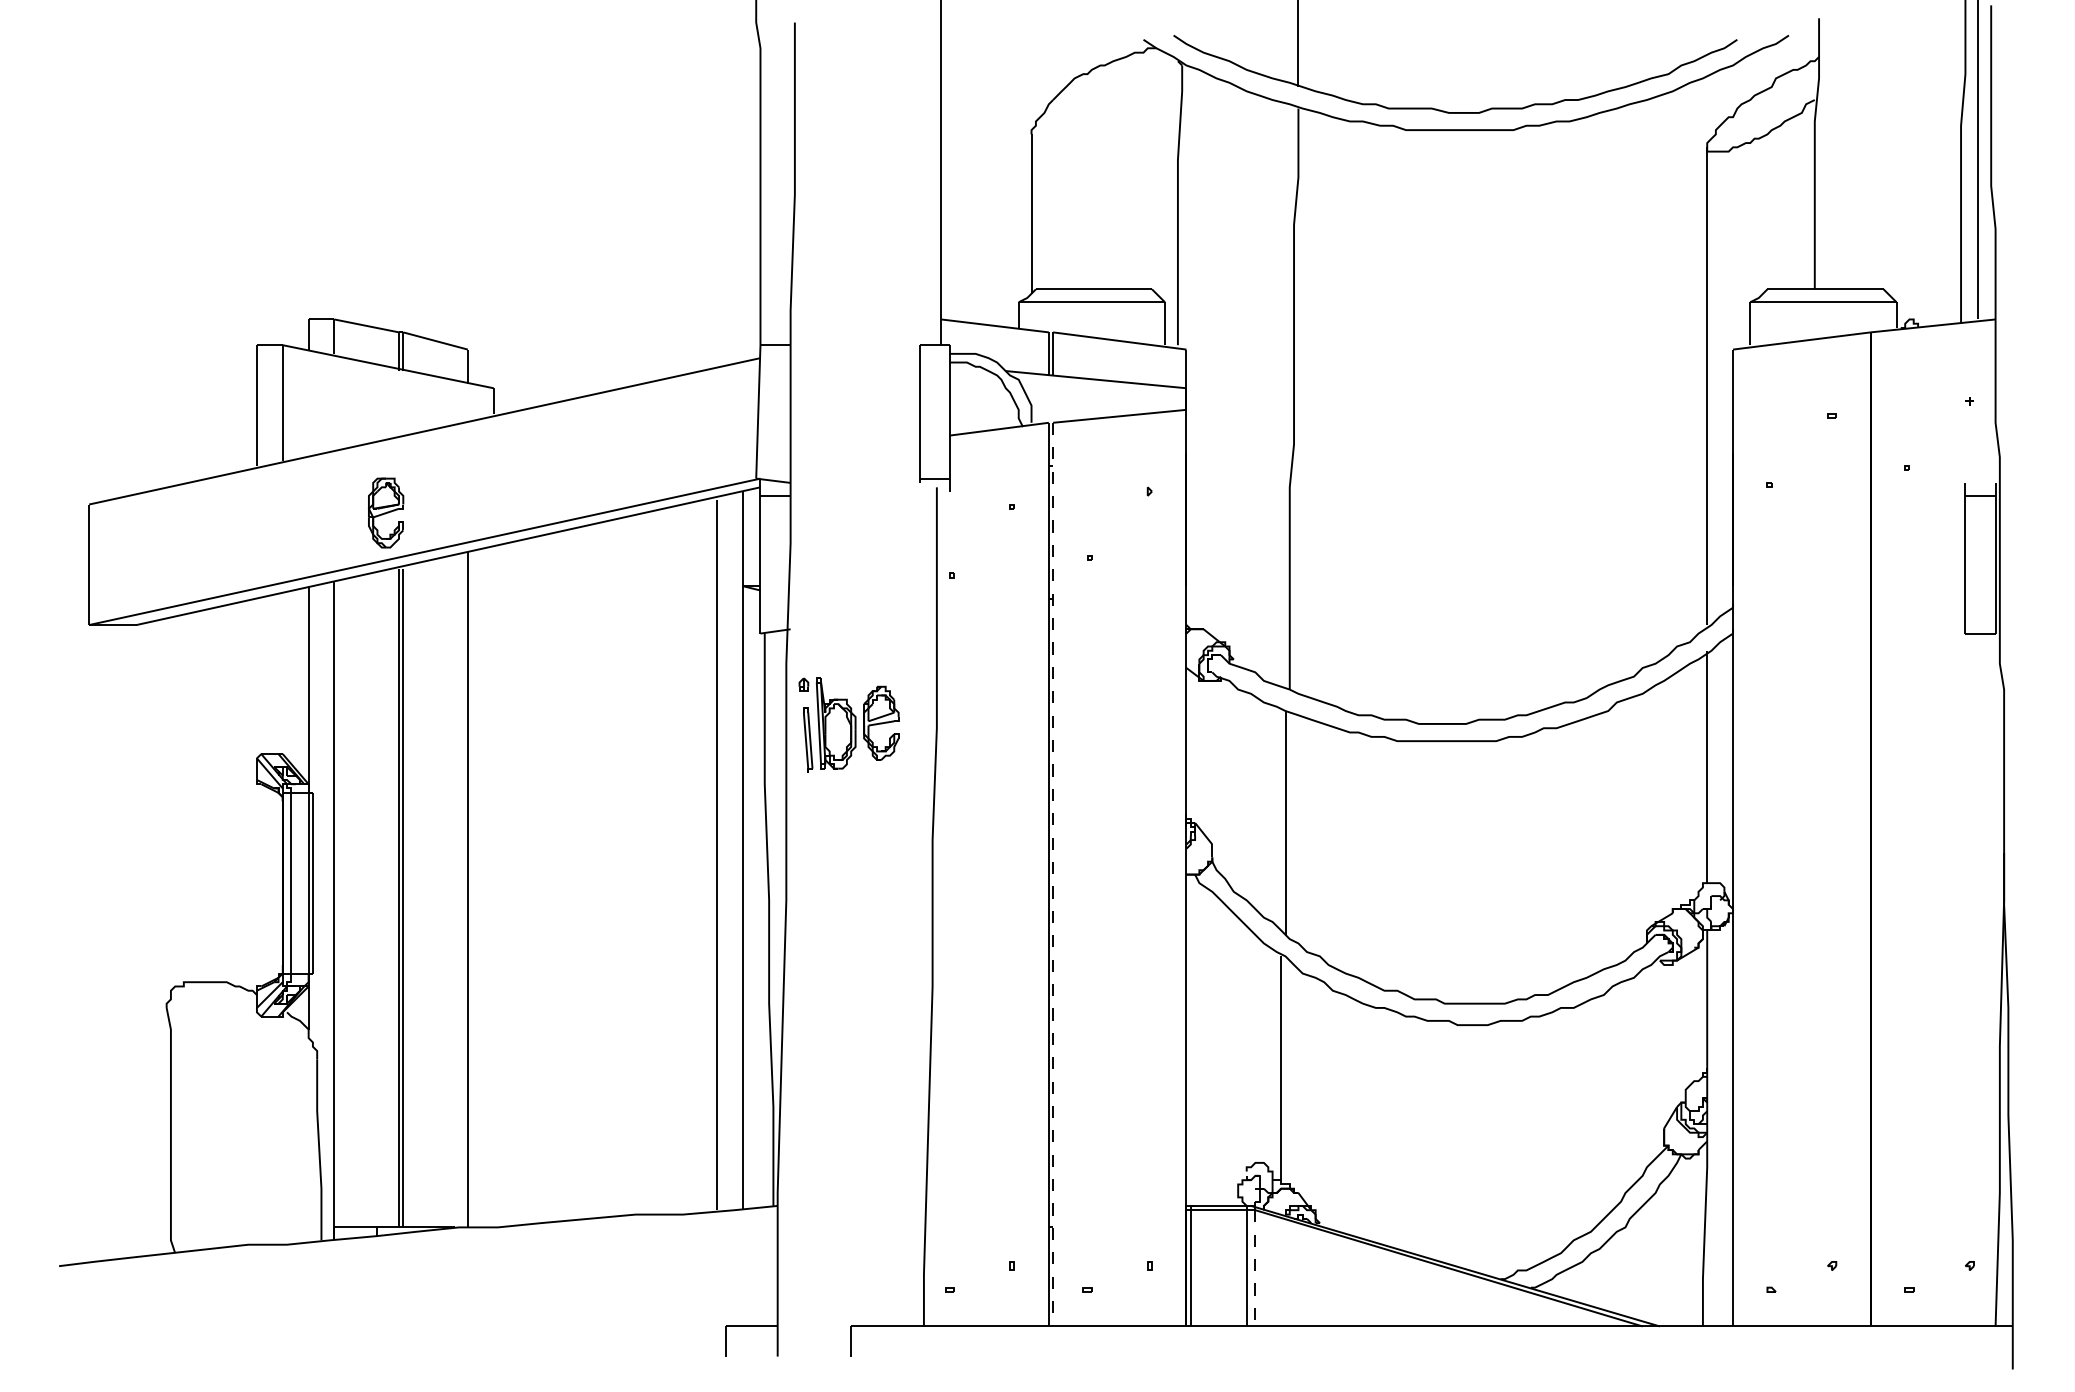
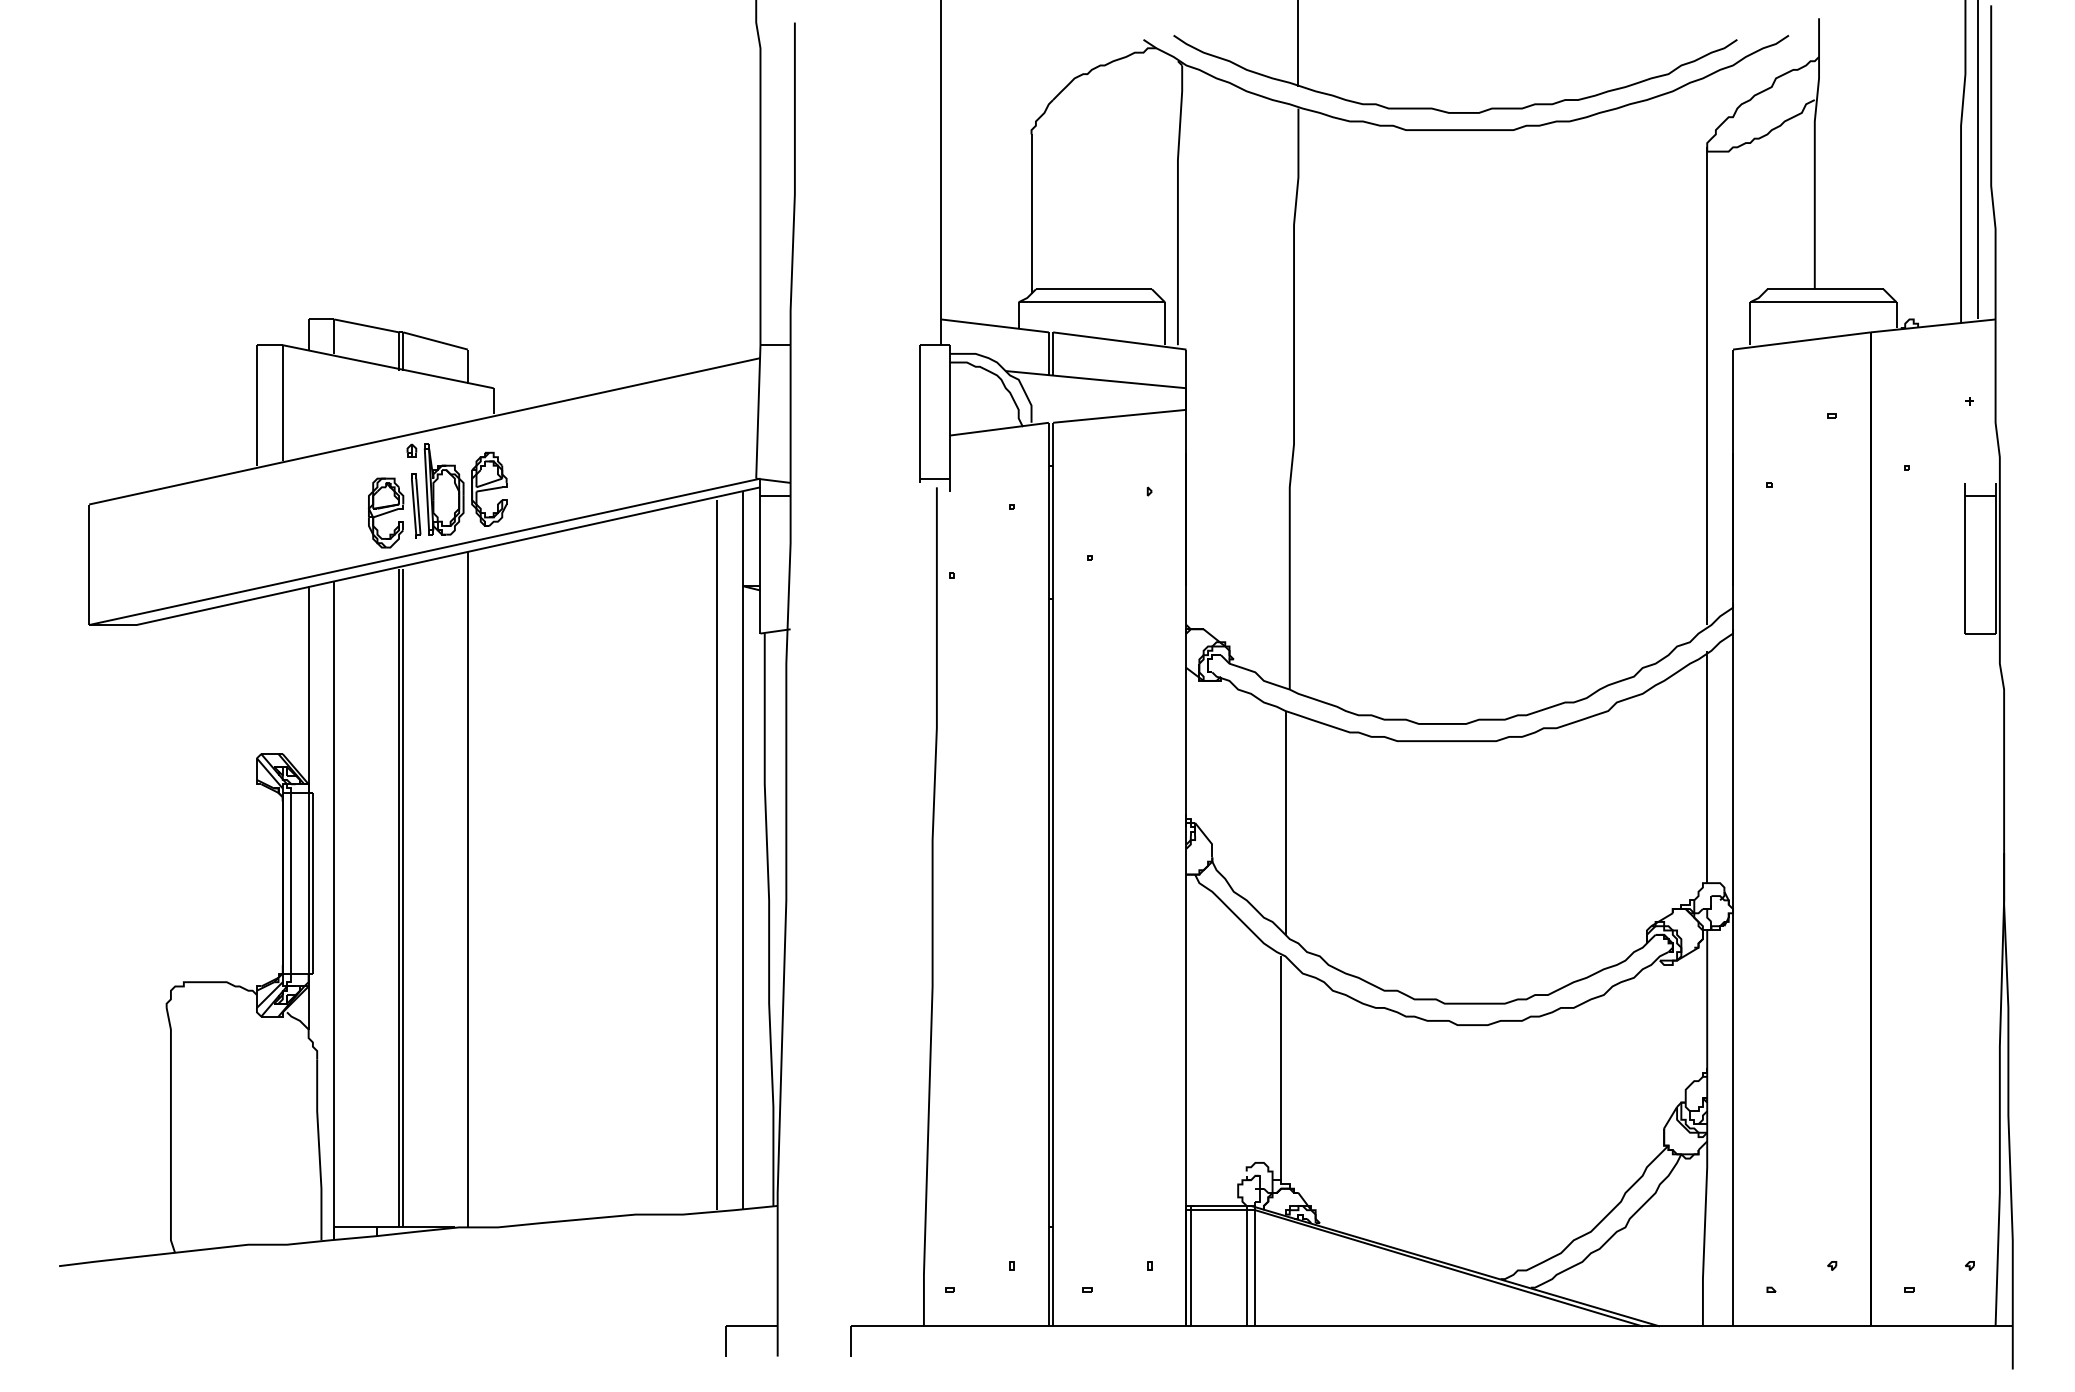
part at (848, 724) position: (848, 724) -> (456, 490)
line at (1053, 874): dashed -> solid
line at (1255, 1268): dashed -> solid
